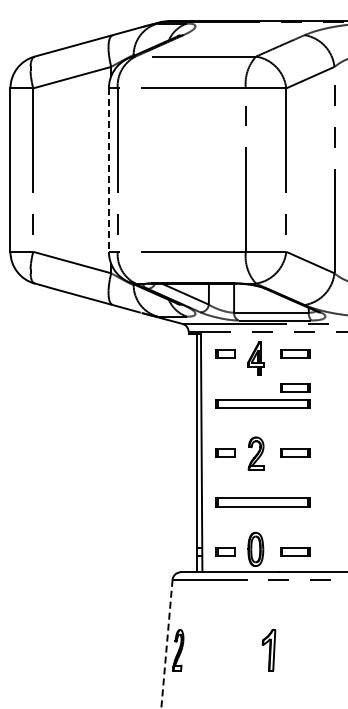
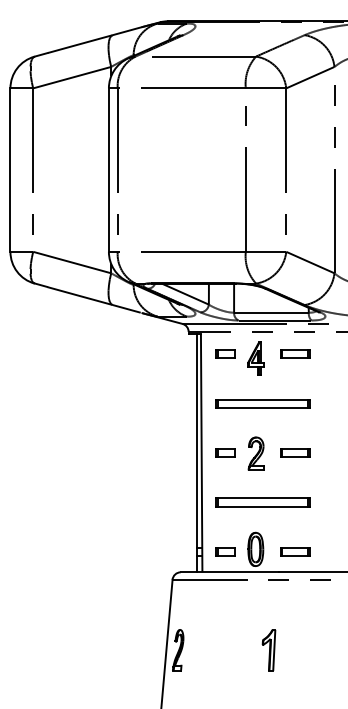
line at (108, 170): dashed -> solid
part at (295, 387): present -> none
line at (166, 644): dashed -> solid
